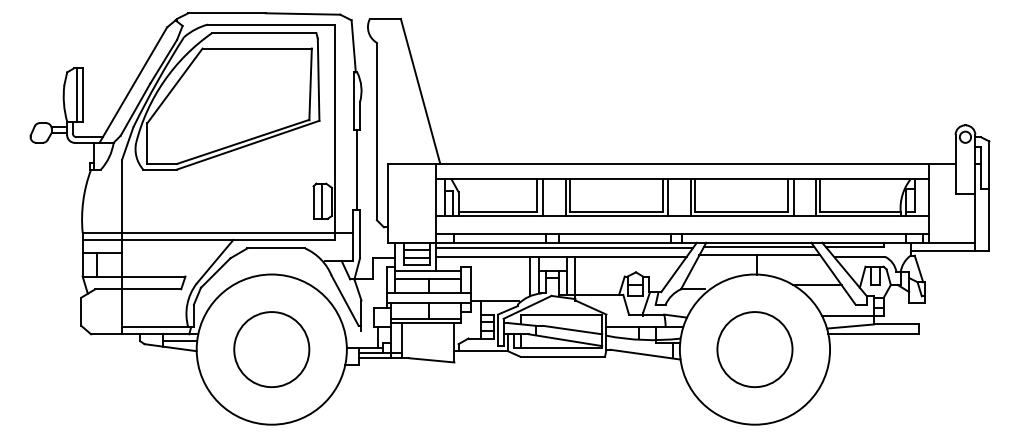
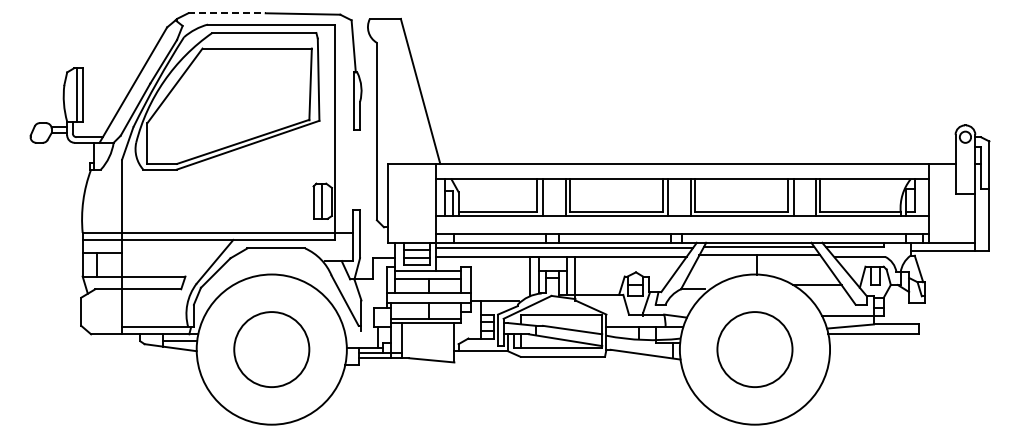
line at (227, 13): solid -> dashed
line at (357, 170): present -> none
